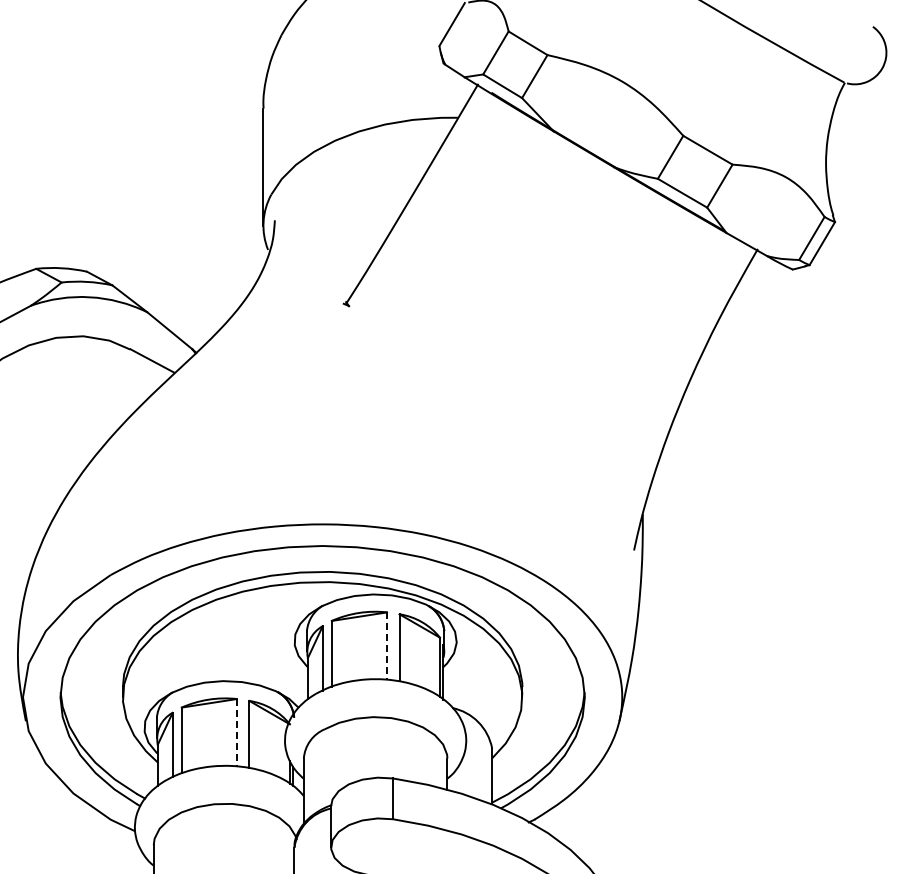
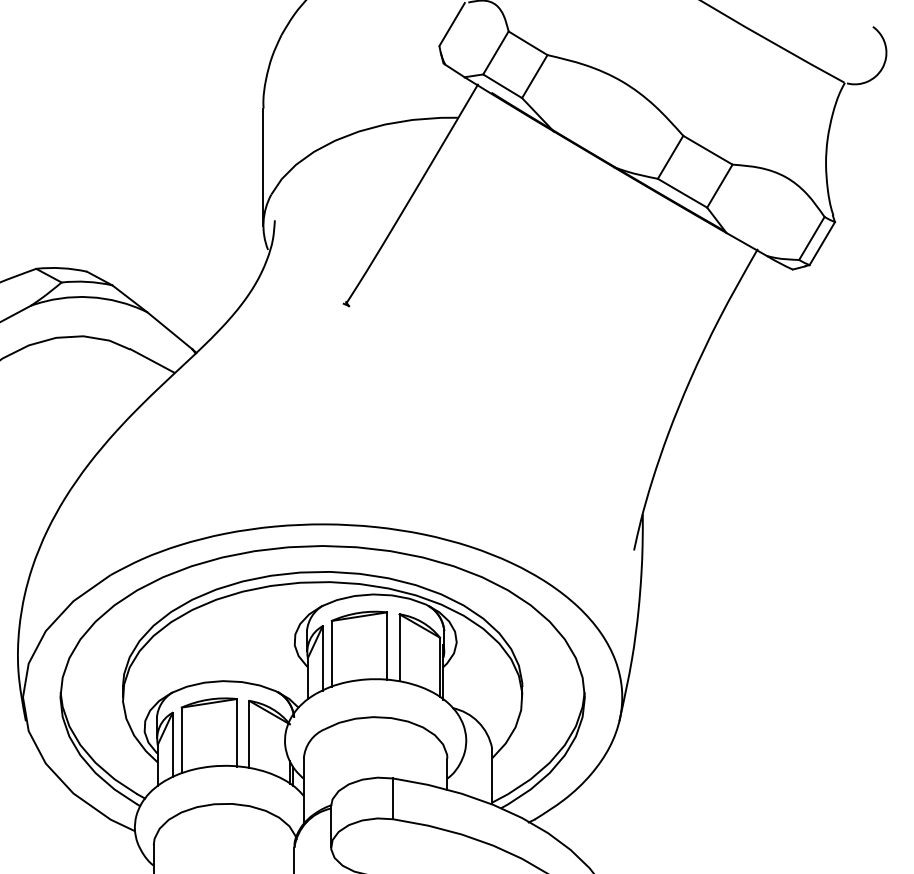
line at (387, 646): dashed -> solid
line at (237, 732): dashed -> solid
